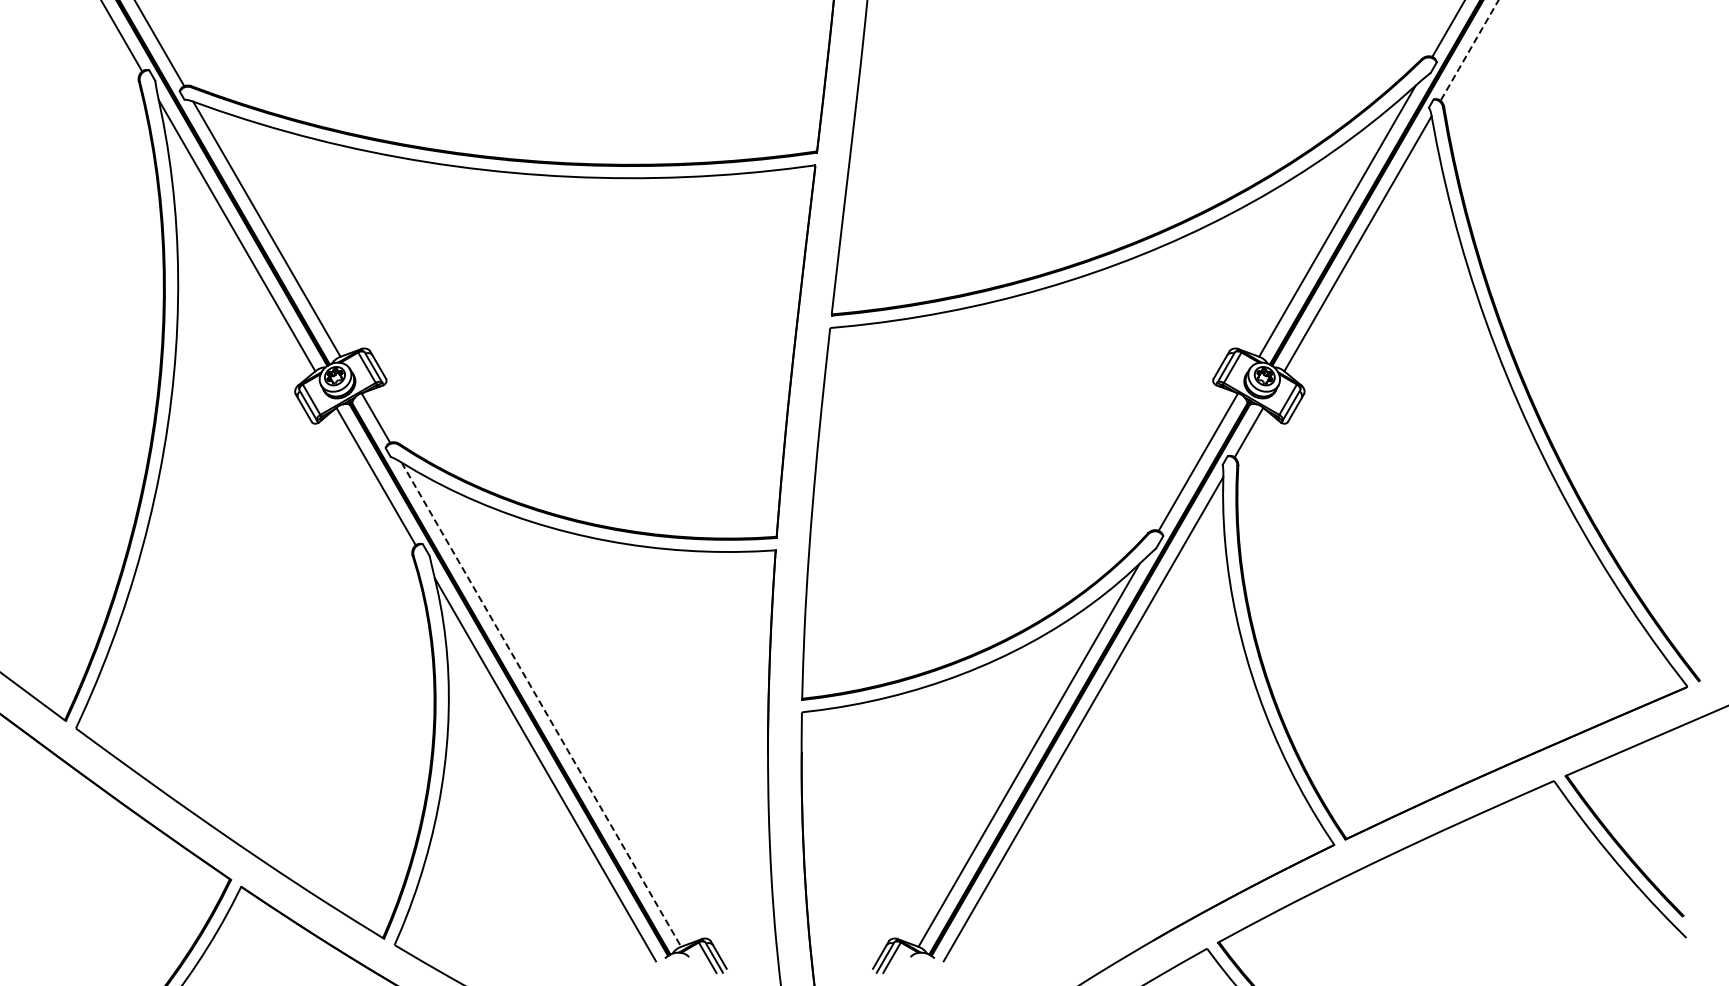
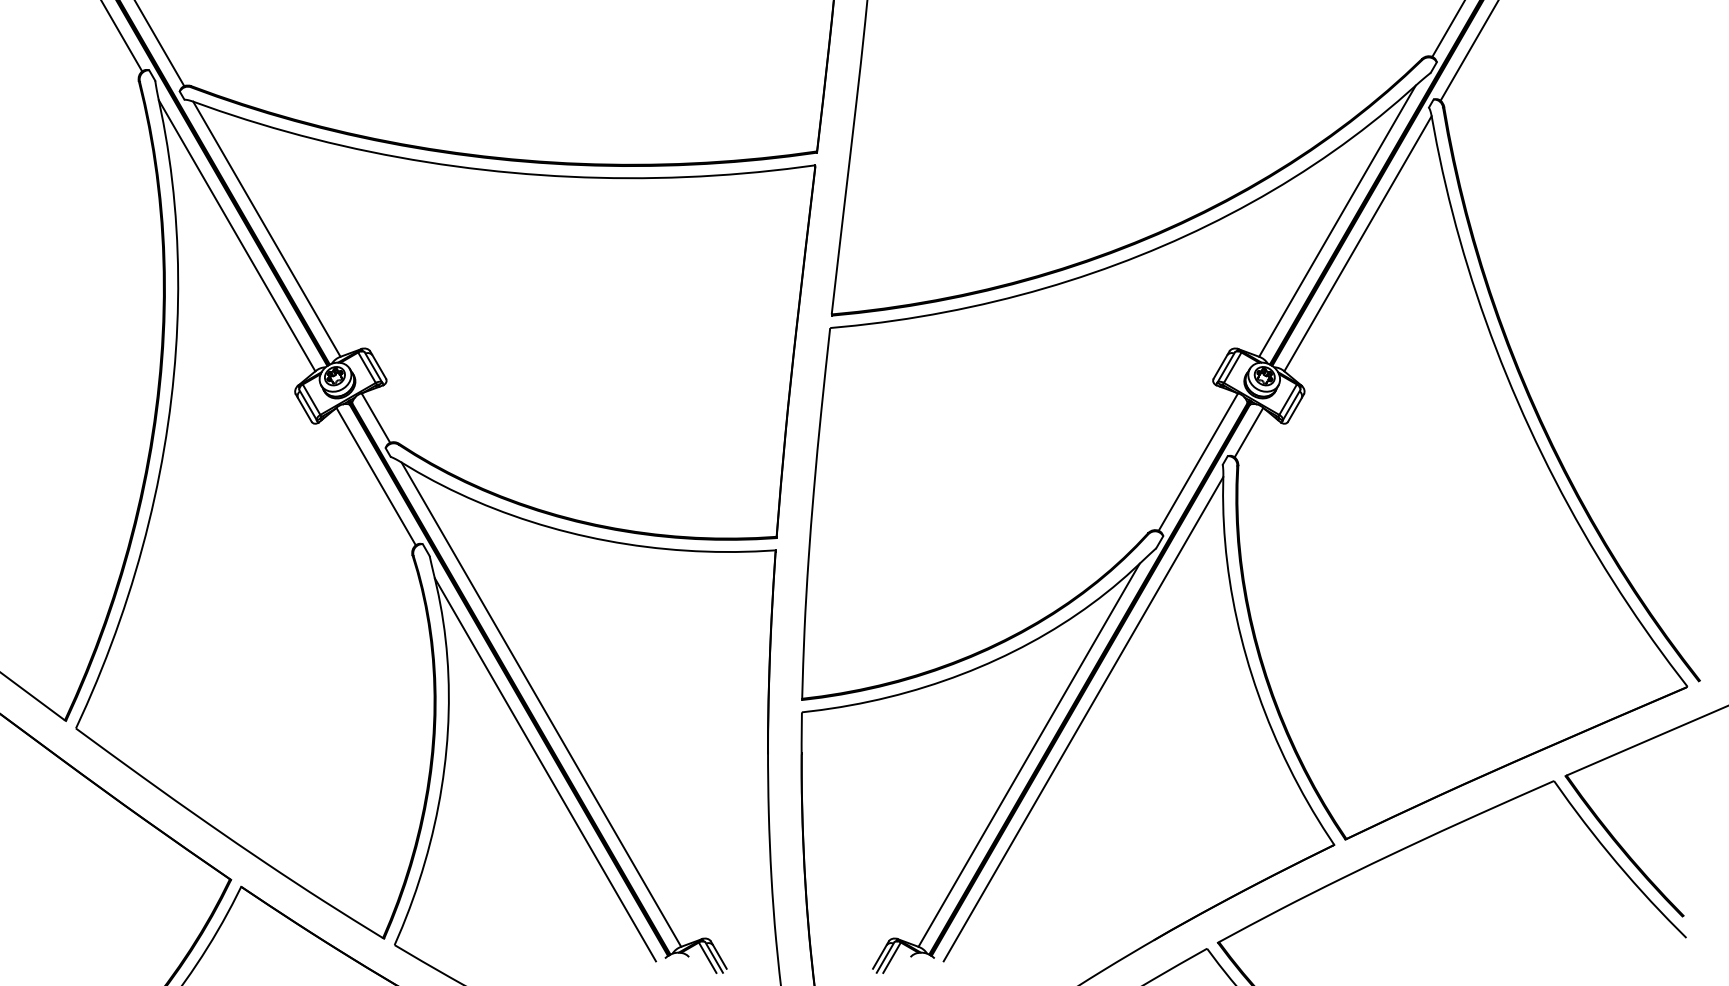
line at (1469, 50): dashed -> solid
line at (541, 704): dashed -> solid
